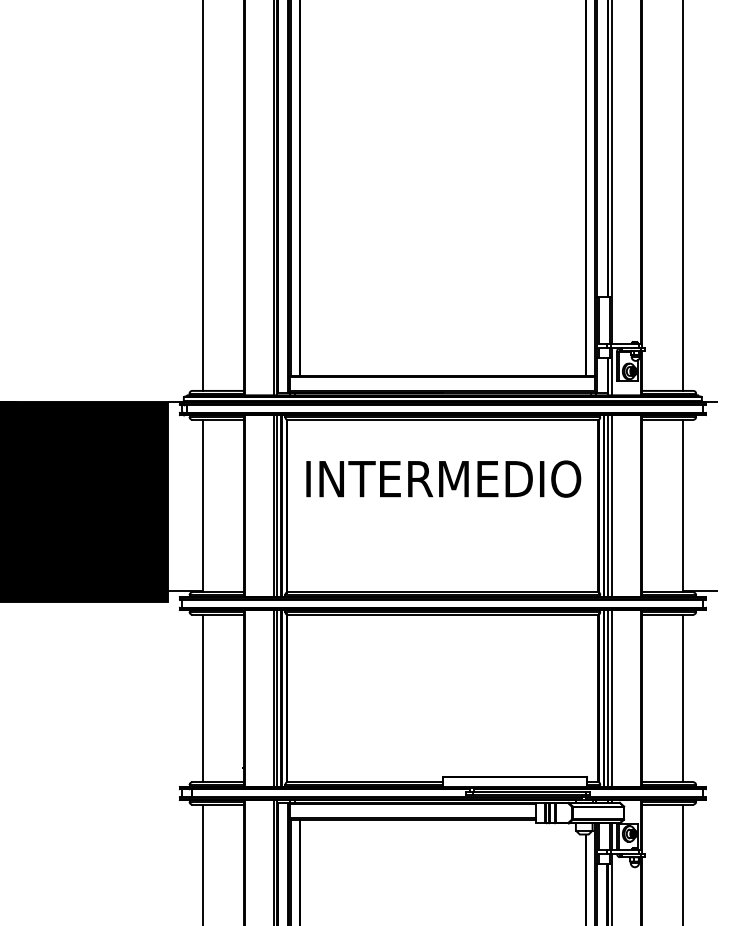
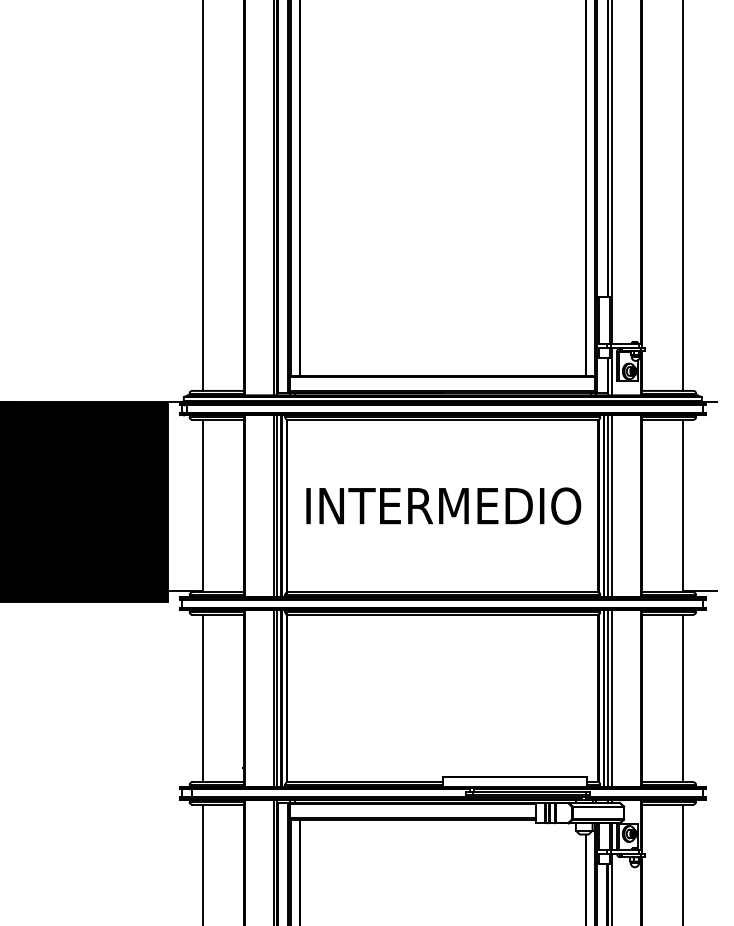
text at (443, 478) position: (443, 478) -> (443, 505)
